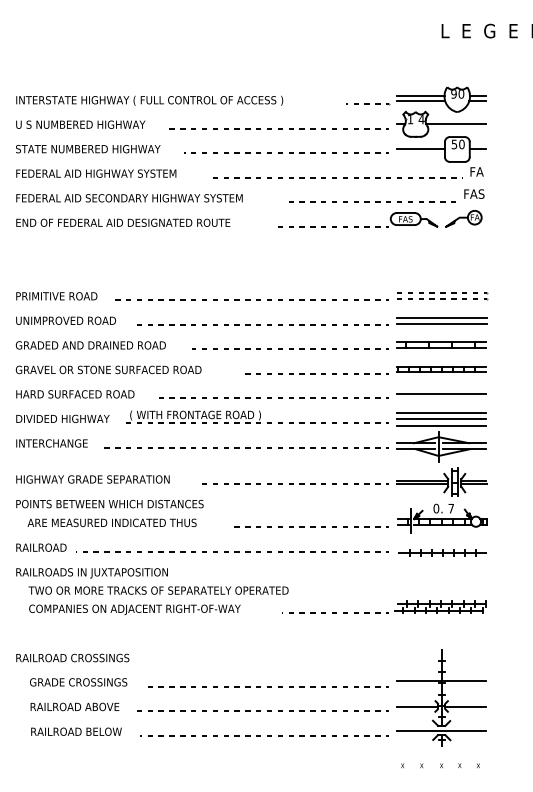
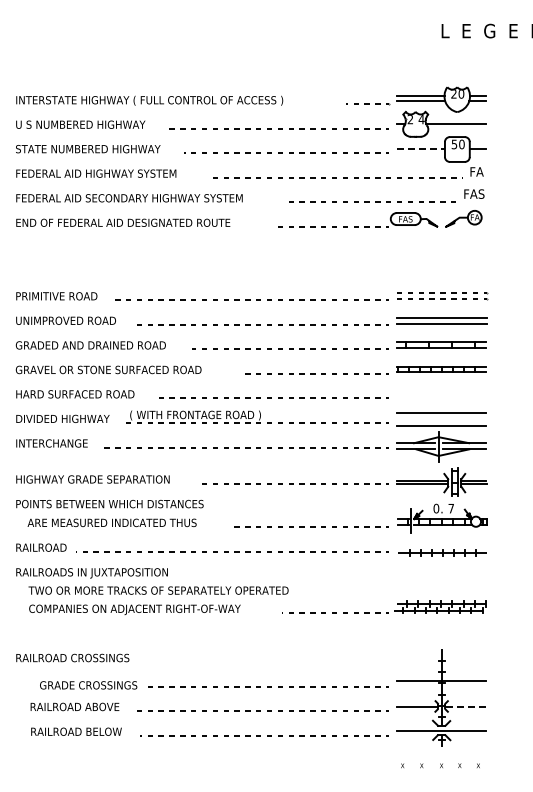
text at (453, 94): 90 -> 20
text at (409, 119): 1 -> 2
line at (421, 148): solid -> dashed
line at (441, 393): present -> none
line at (441, 418): present -> none
text at (78, 682) position: (78, 682) -> (88, 685)
line at (466, 706): solid -> dashed
